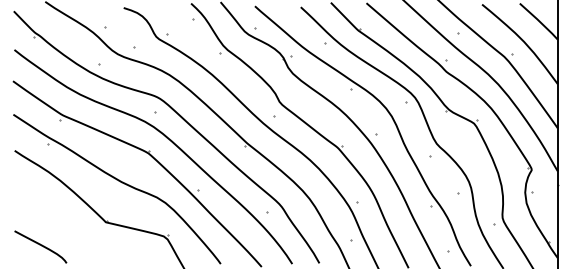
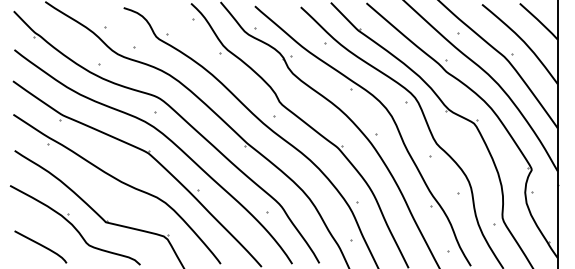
part at (74, 225): none -> present
